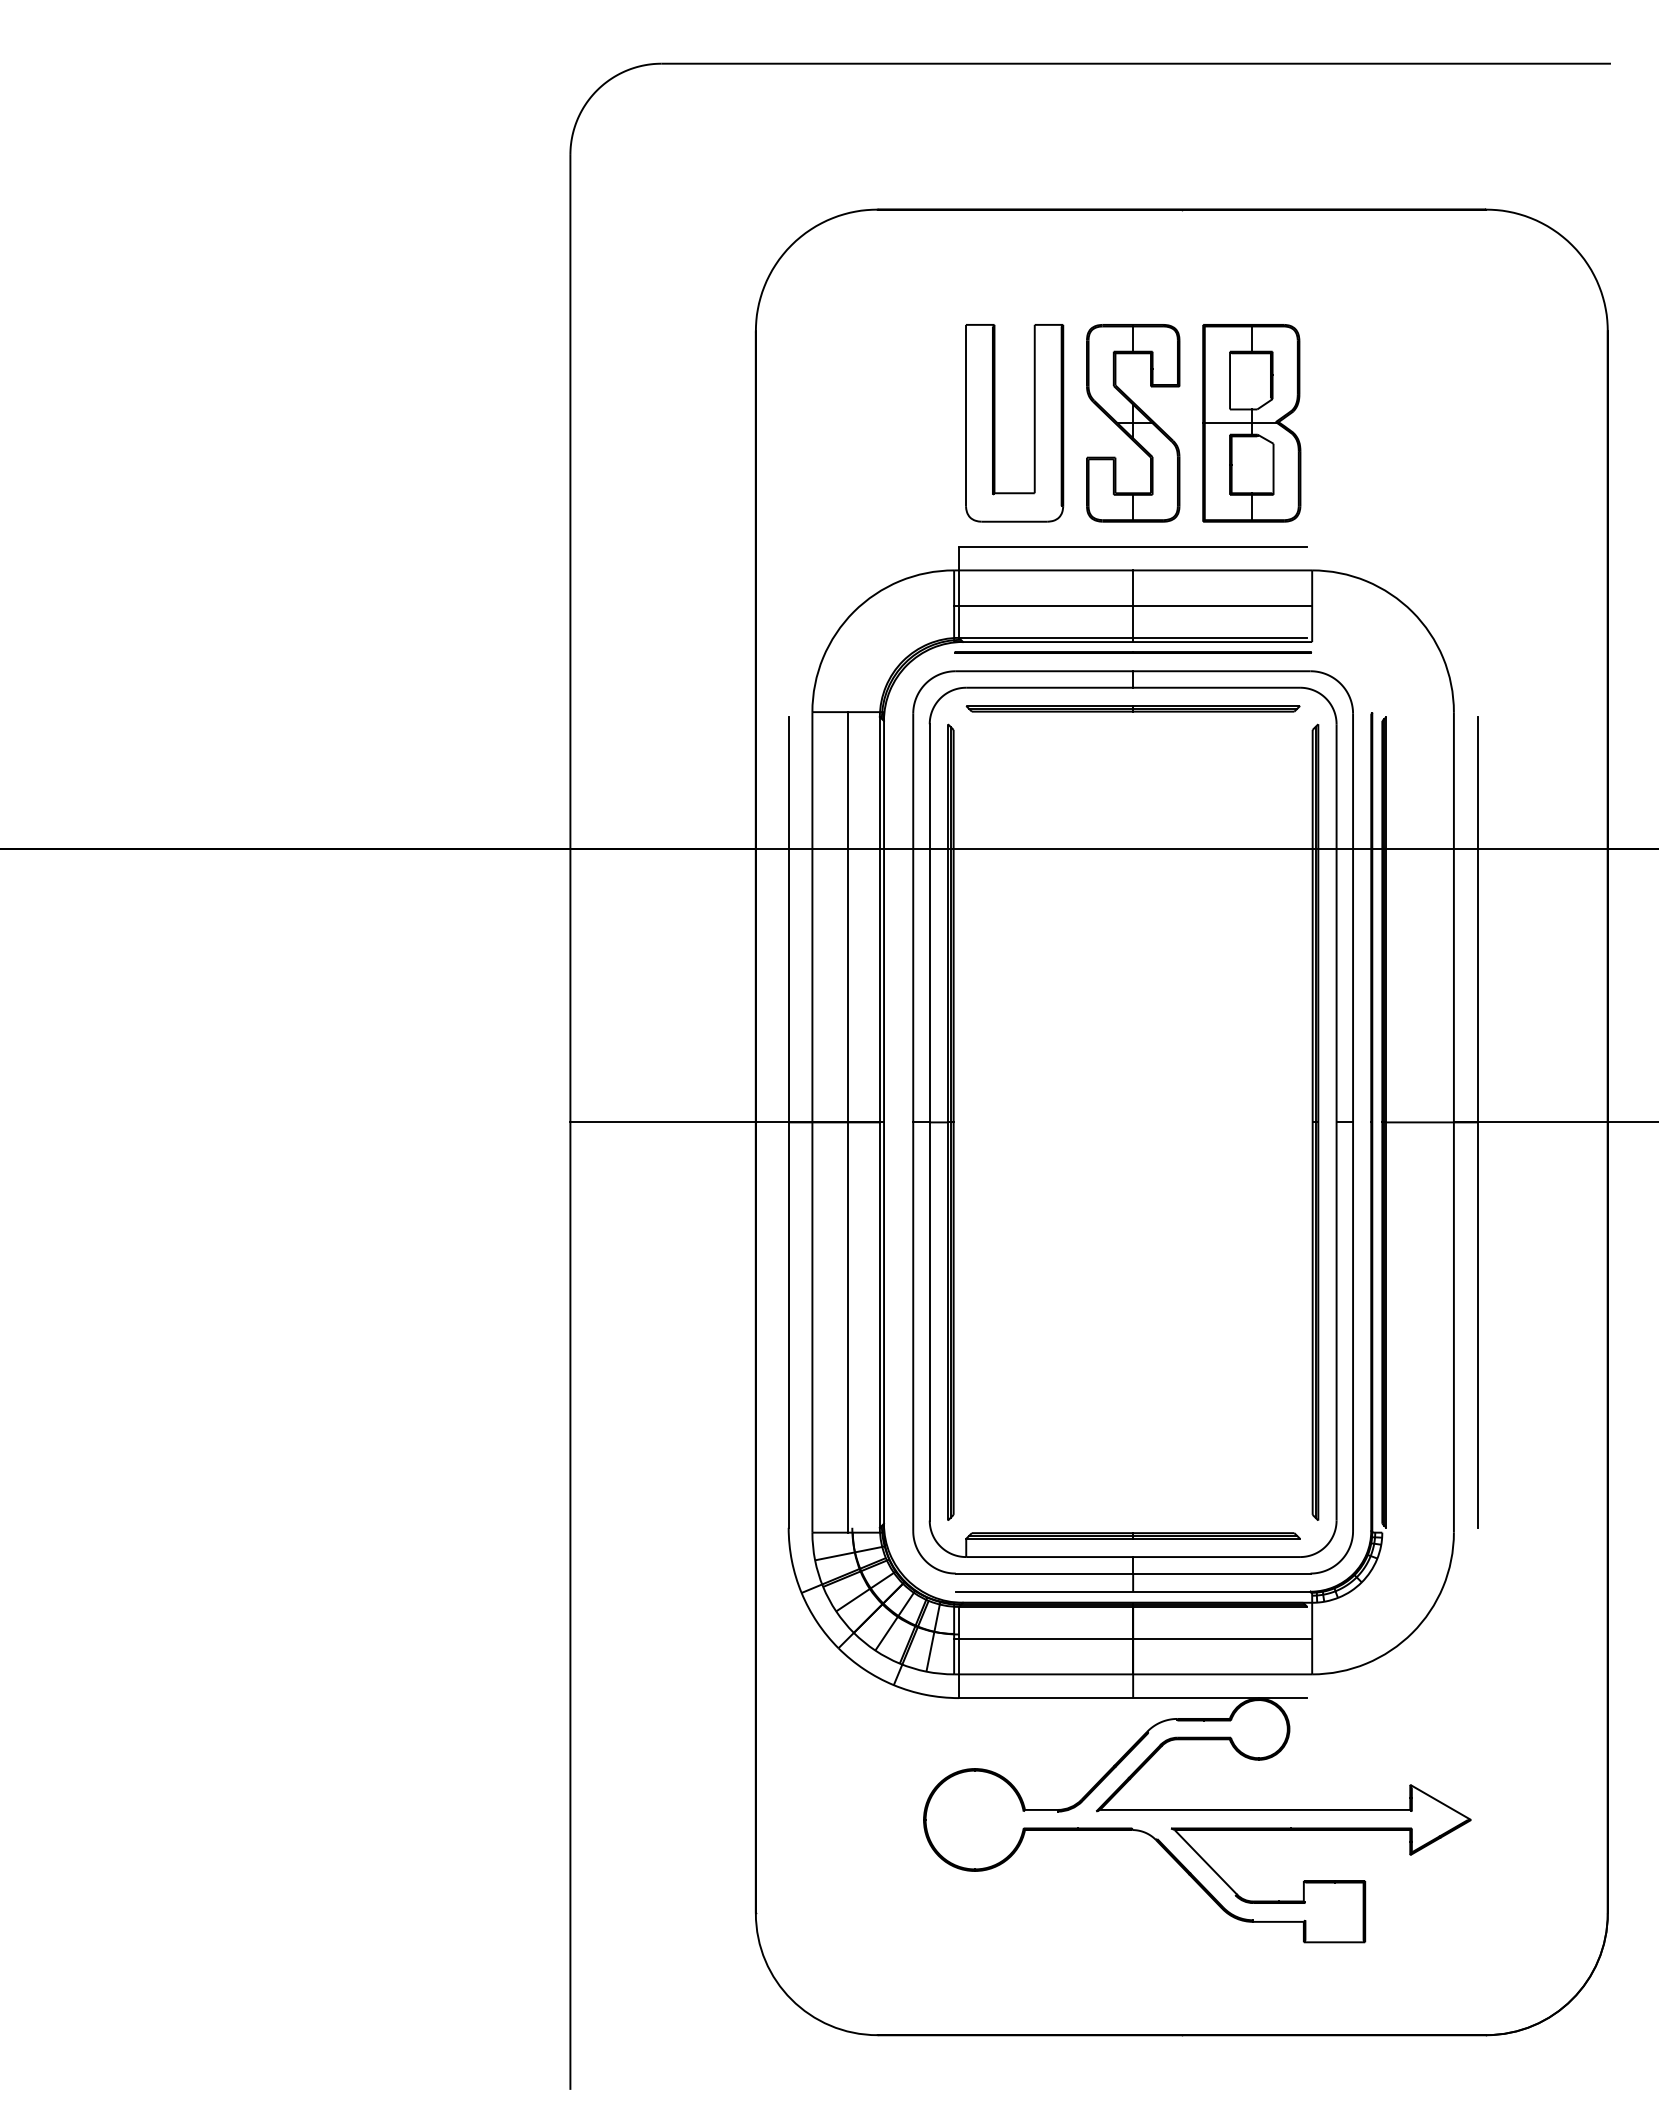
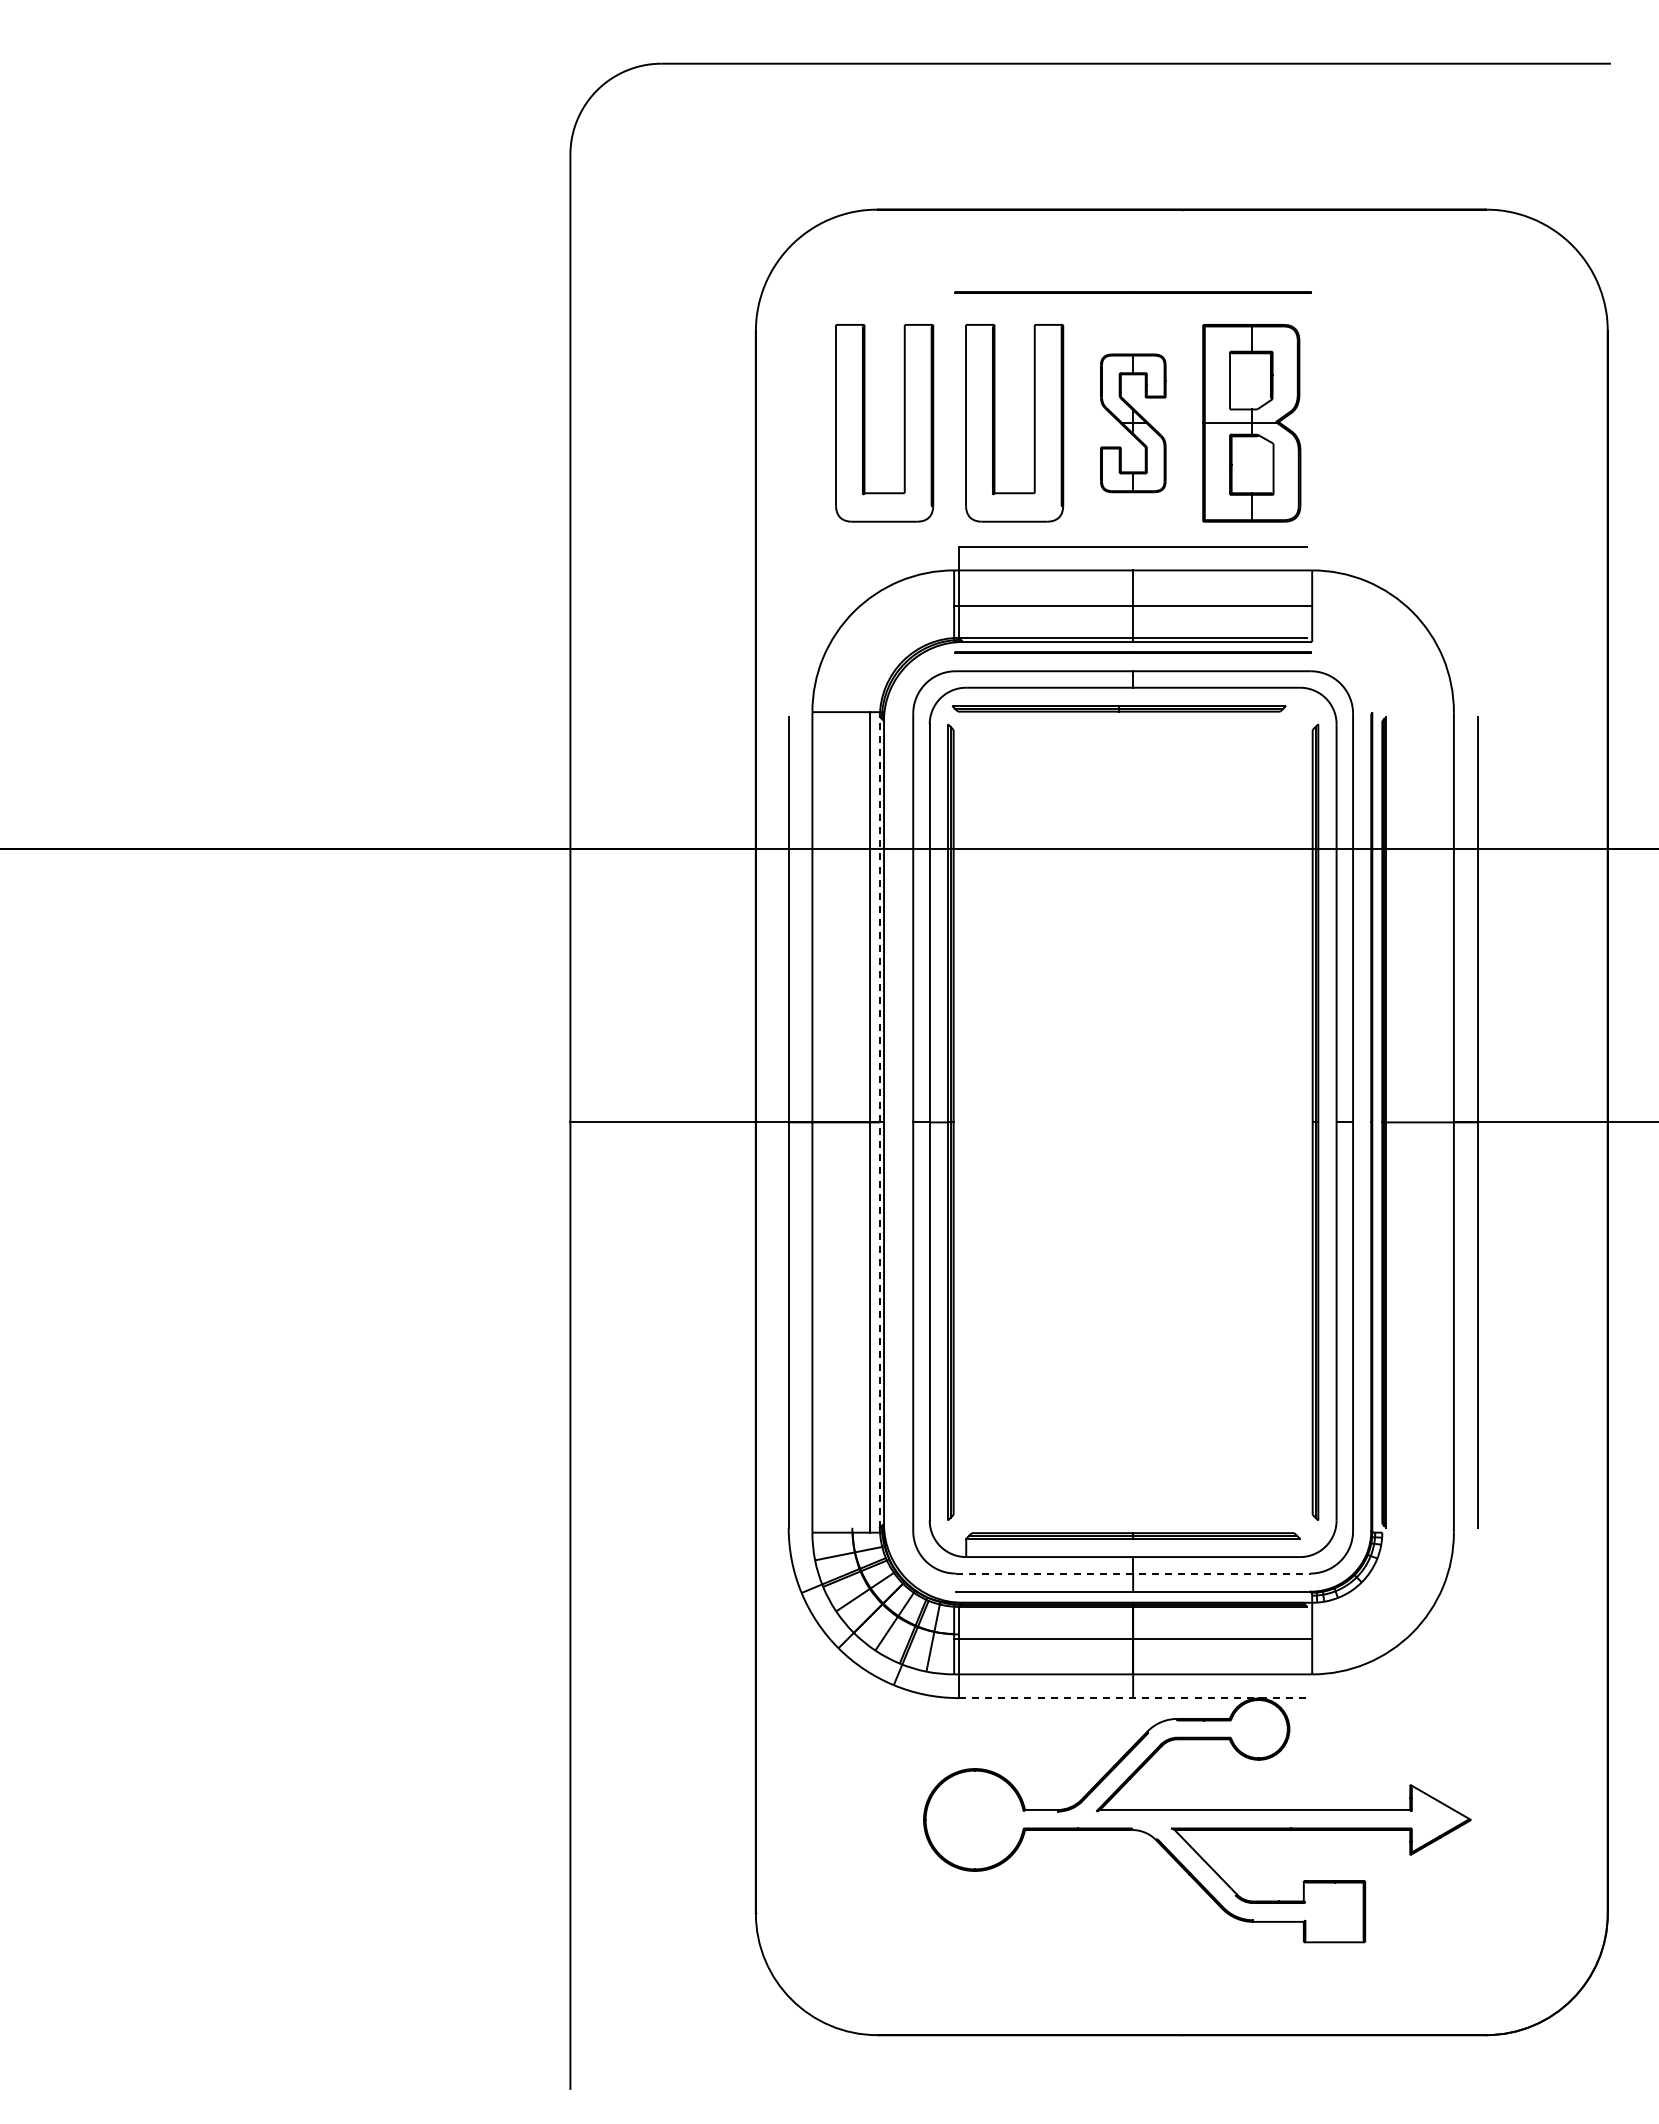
line at (1132, 292): none -> present
part at (865, 423): none -> present
part at (1133, 423) size: 95x199 px -> 67x141 px
part at (1132, 708) position: (1132, 708) -> (1118, 708)
line at (879, 1121): solid -> dashed
line at (848, 1122) position: (848, 1122) -> (870, 1122)
line at (1133, 1573): solid -> dashed
line at (1133, 1698): solid -> dashed
